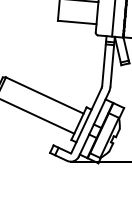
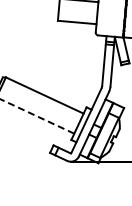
line at (113, 19): present -> none
line at (37, 116): solid -> dashed
